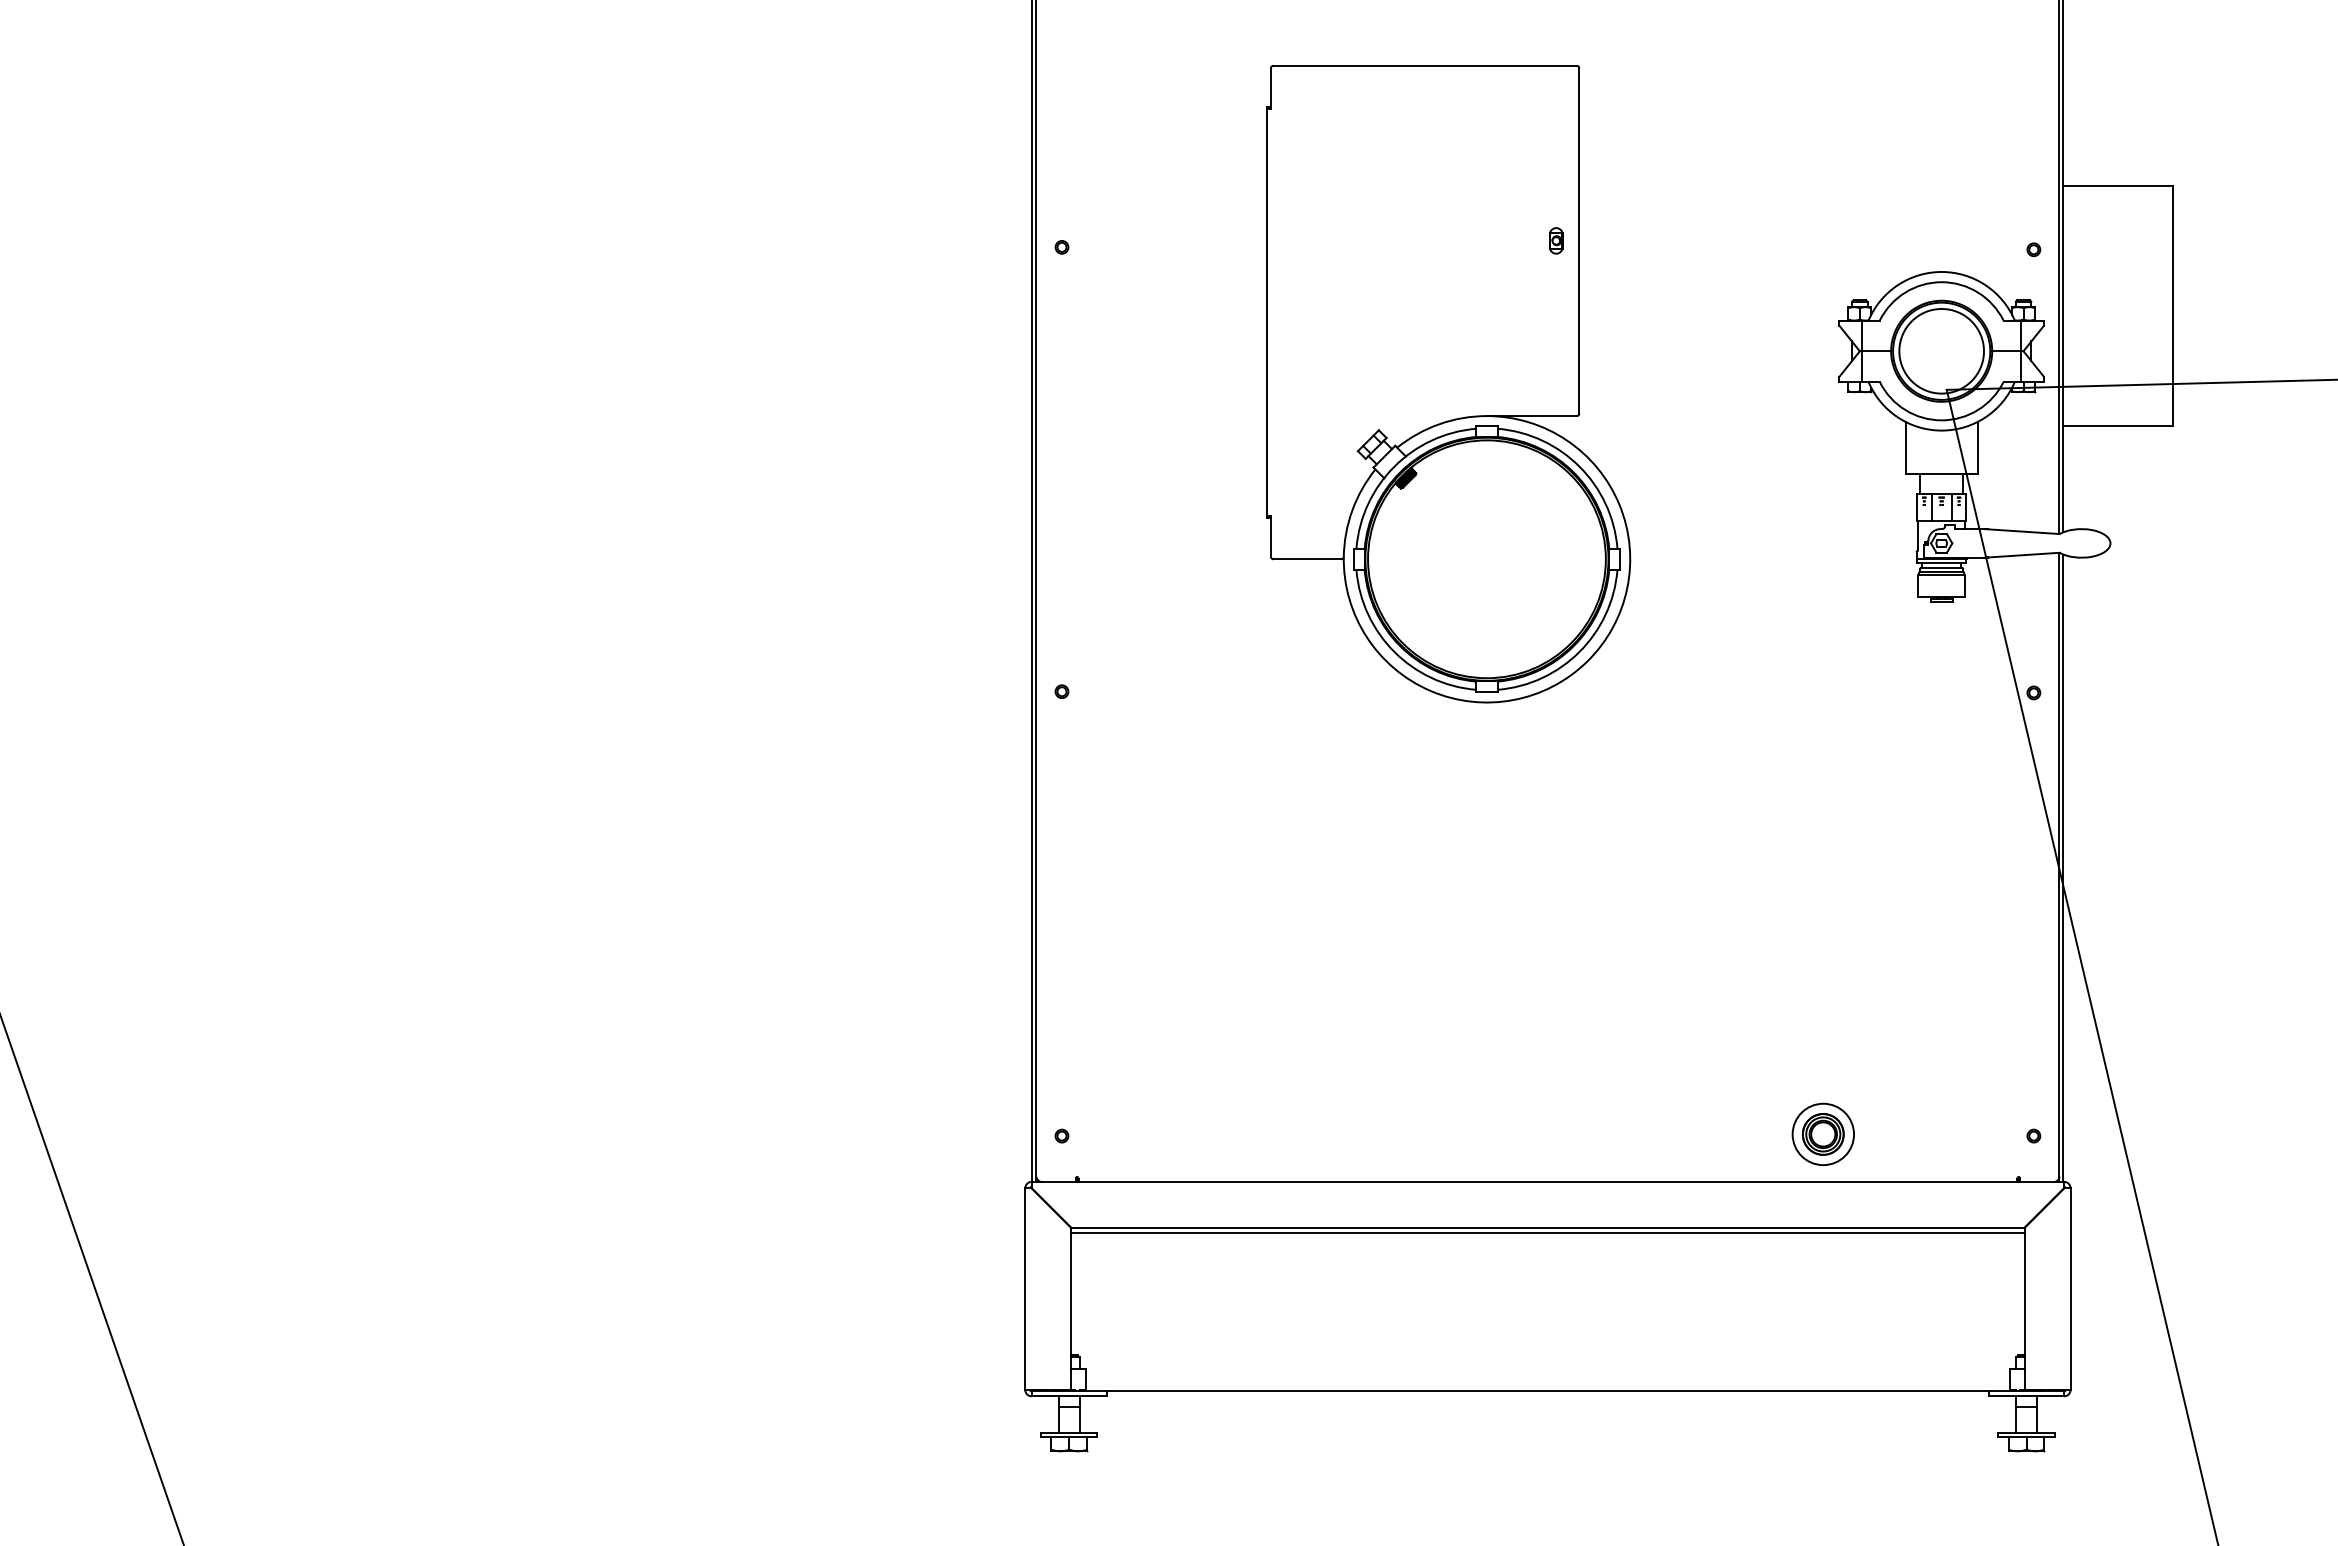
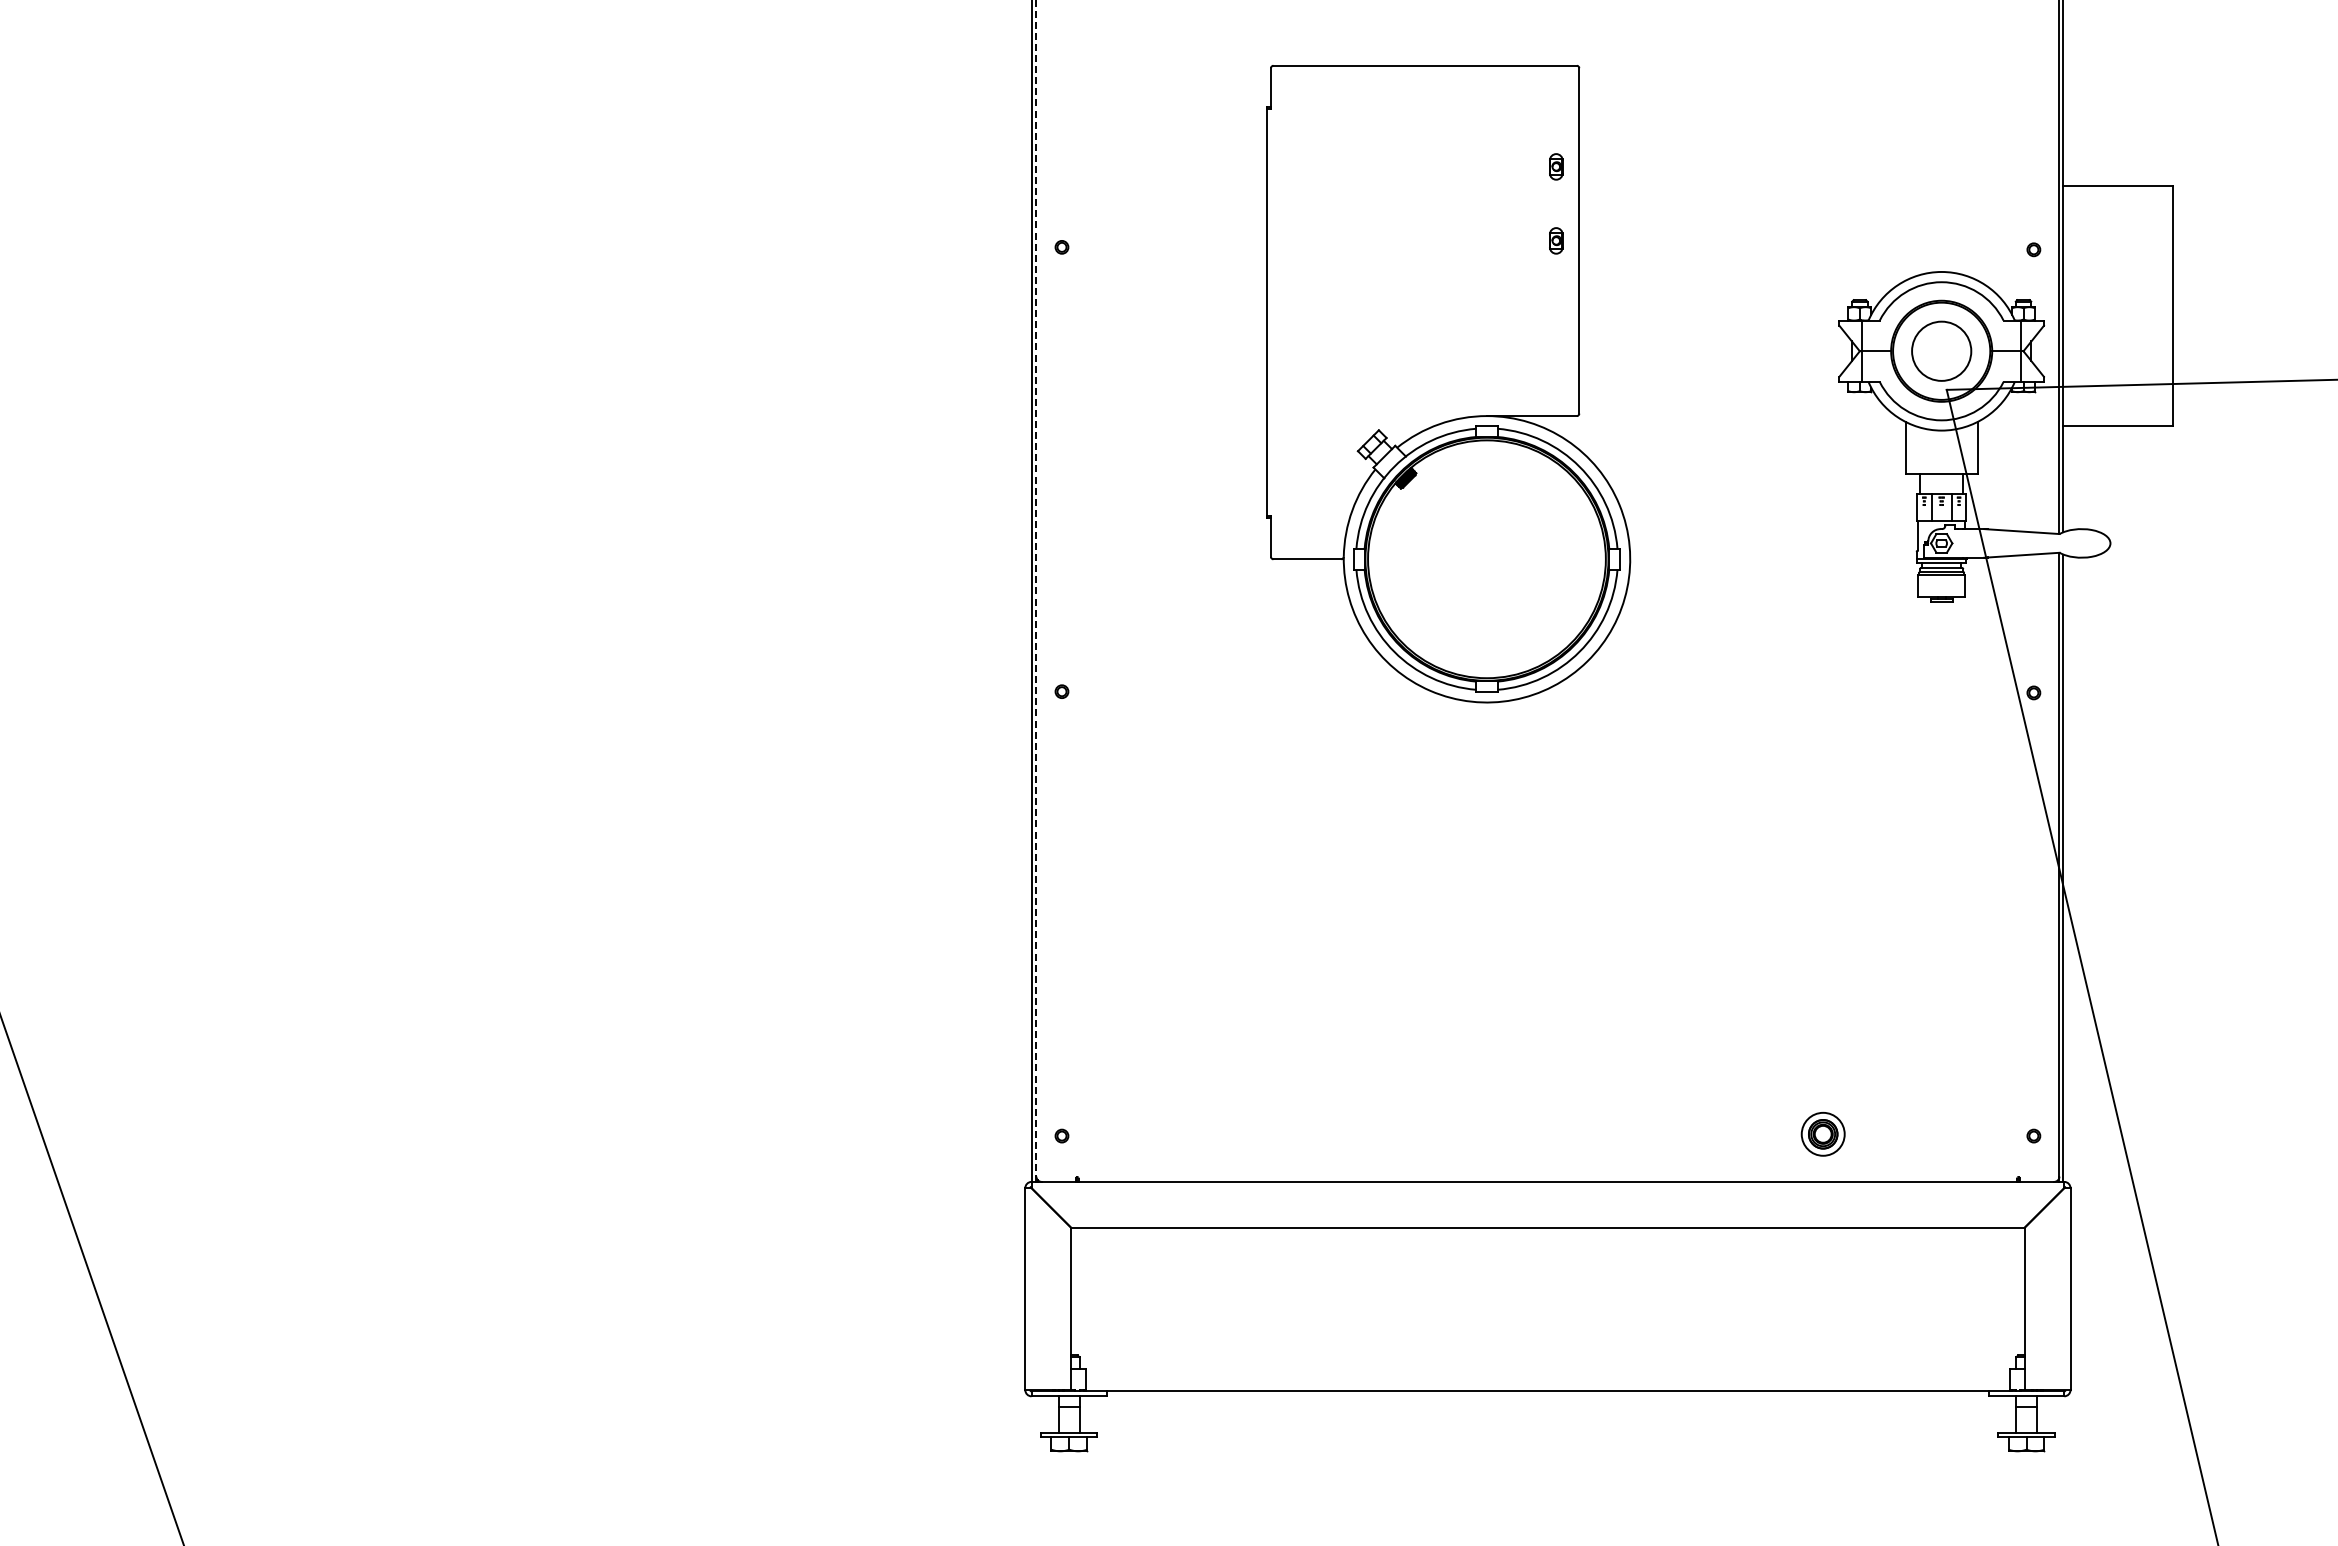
part at (1556, 166): none -> present
circle at (1941, 350) diameter: 85 px -> 59 px
line at (1036, 588): solid -> dashed
part at (1822, 1133) size: 64x64 px -> 46x45 px
line at (1547, 1232): present -> none
